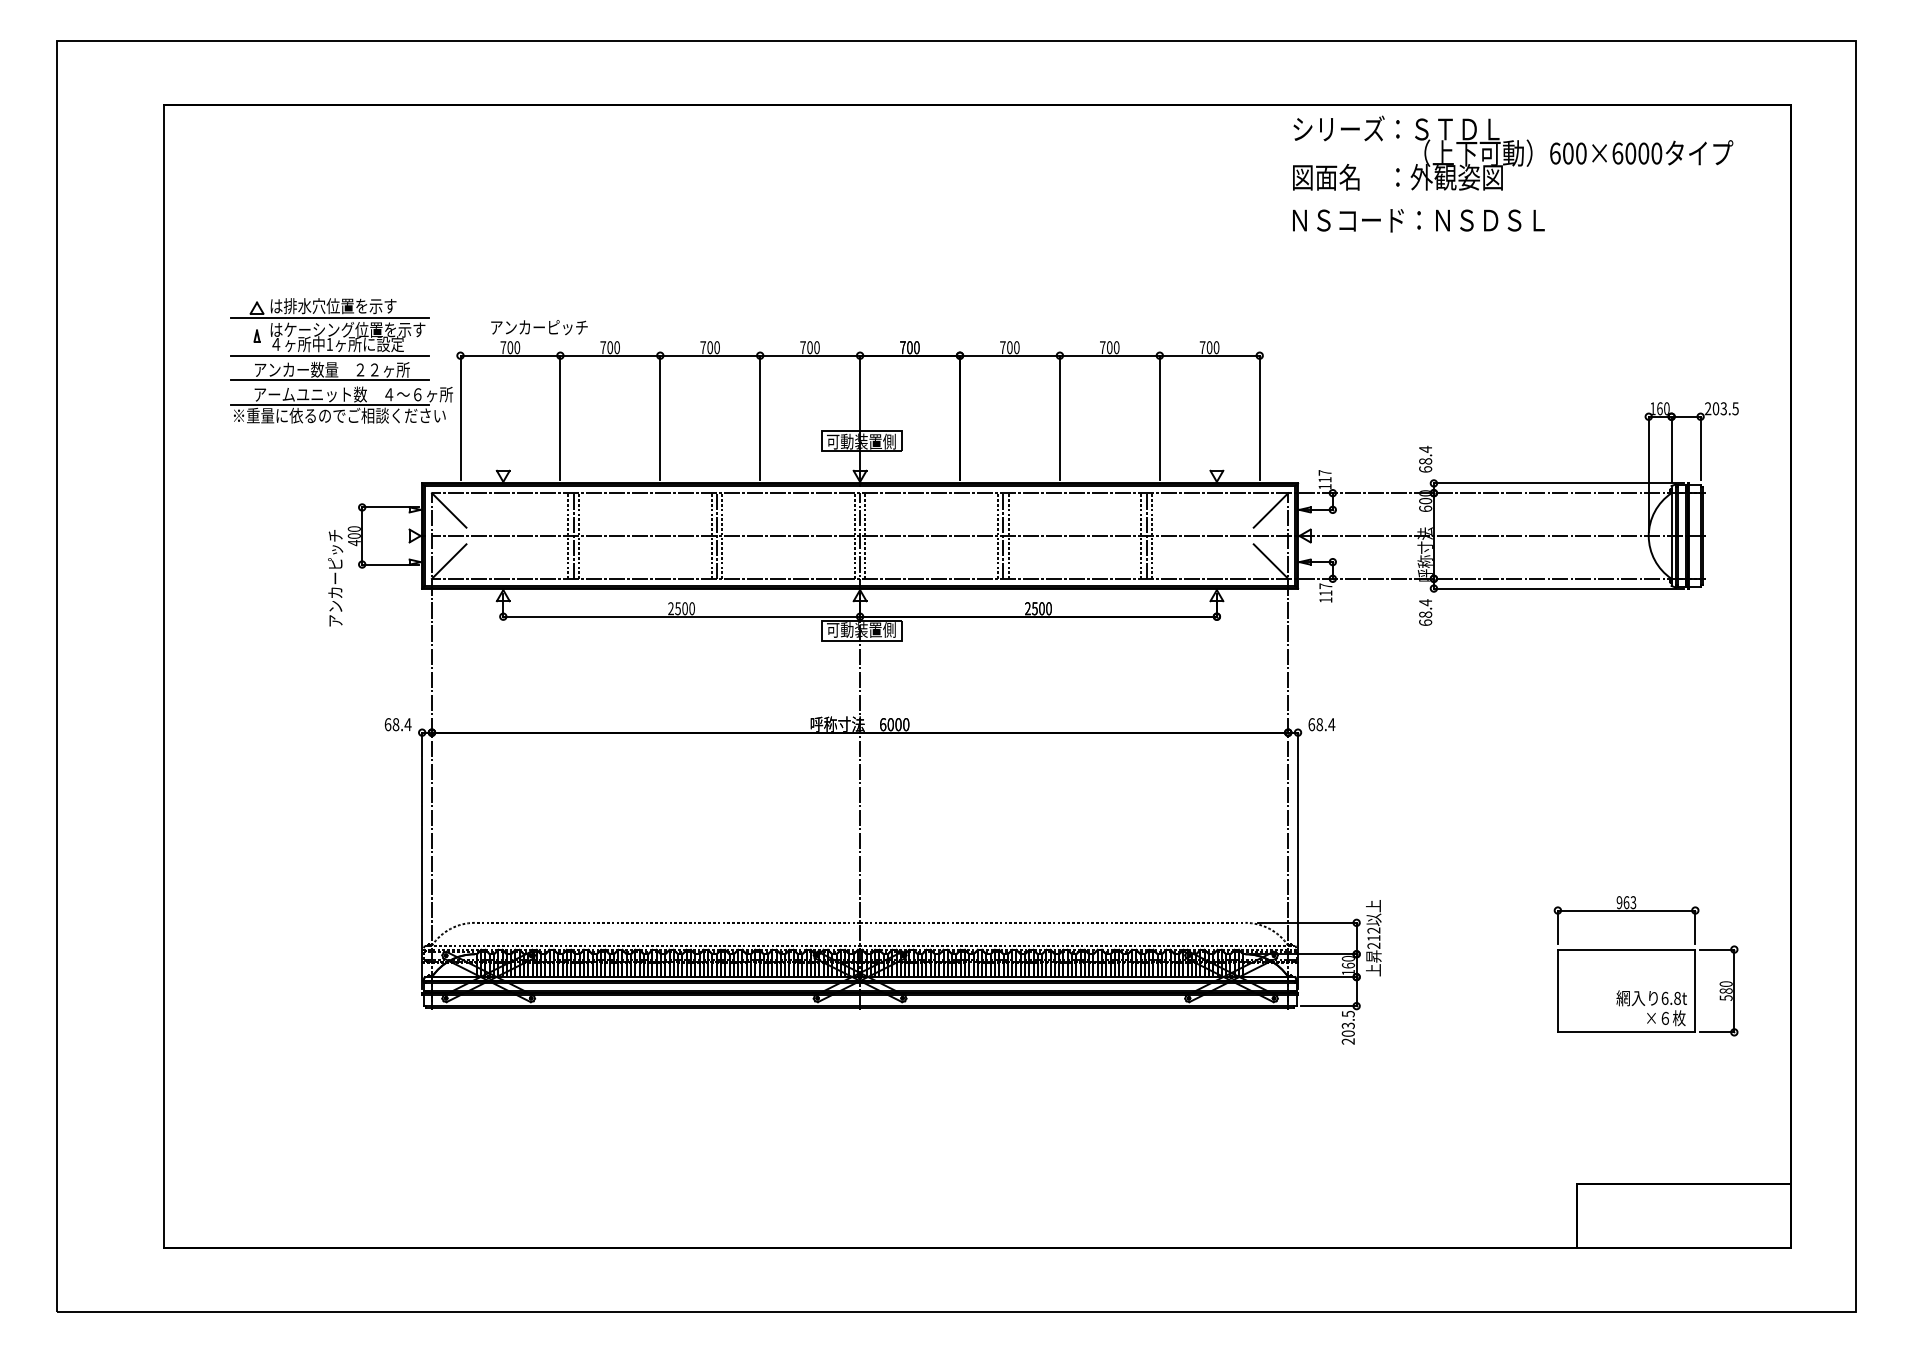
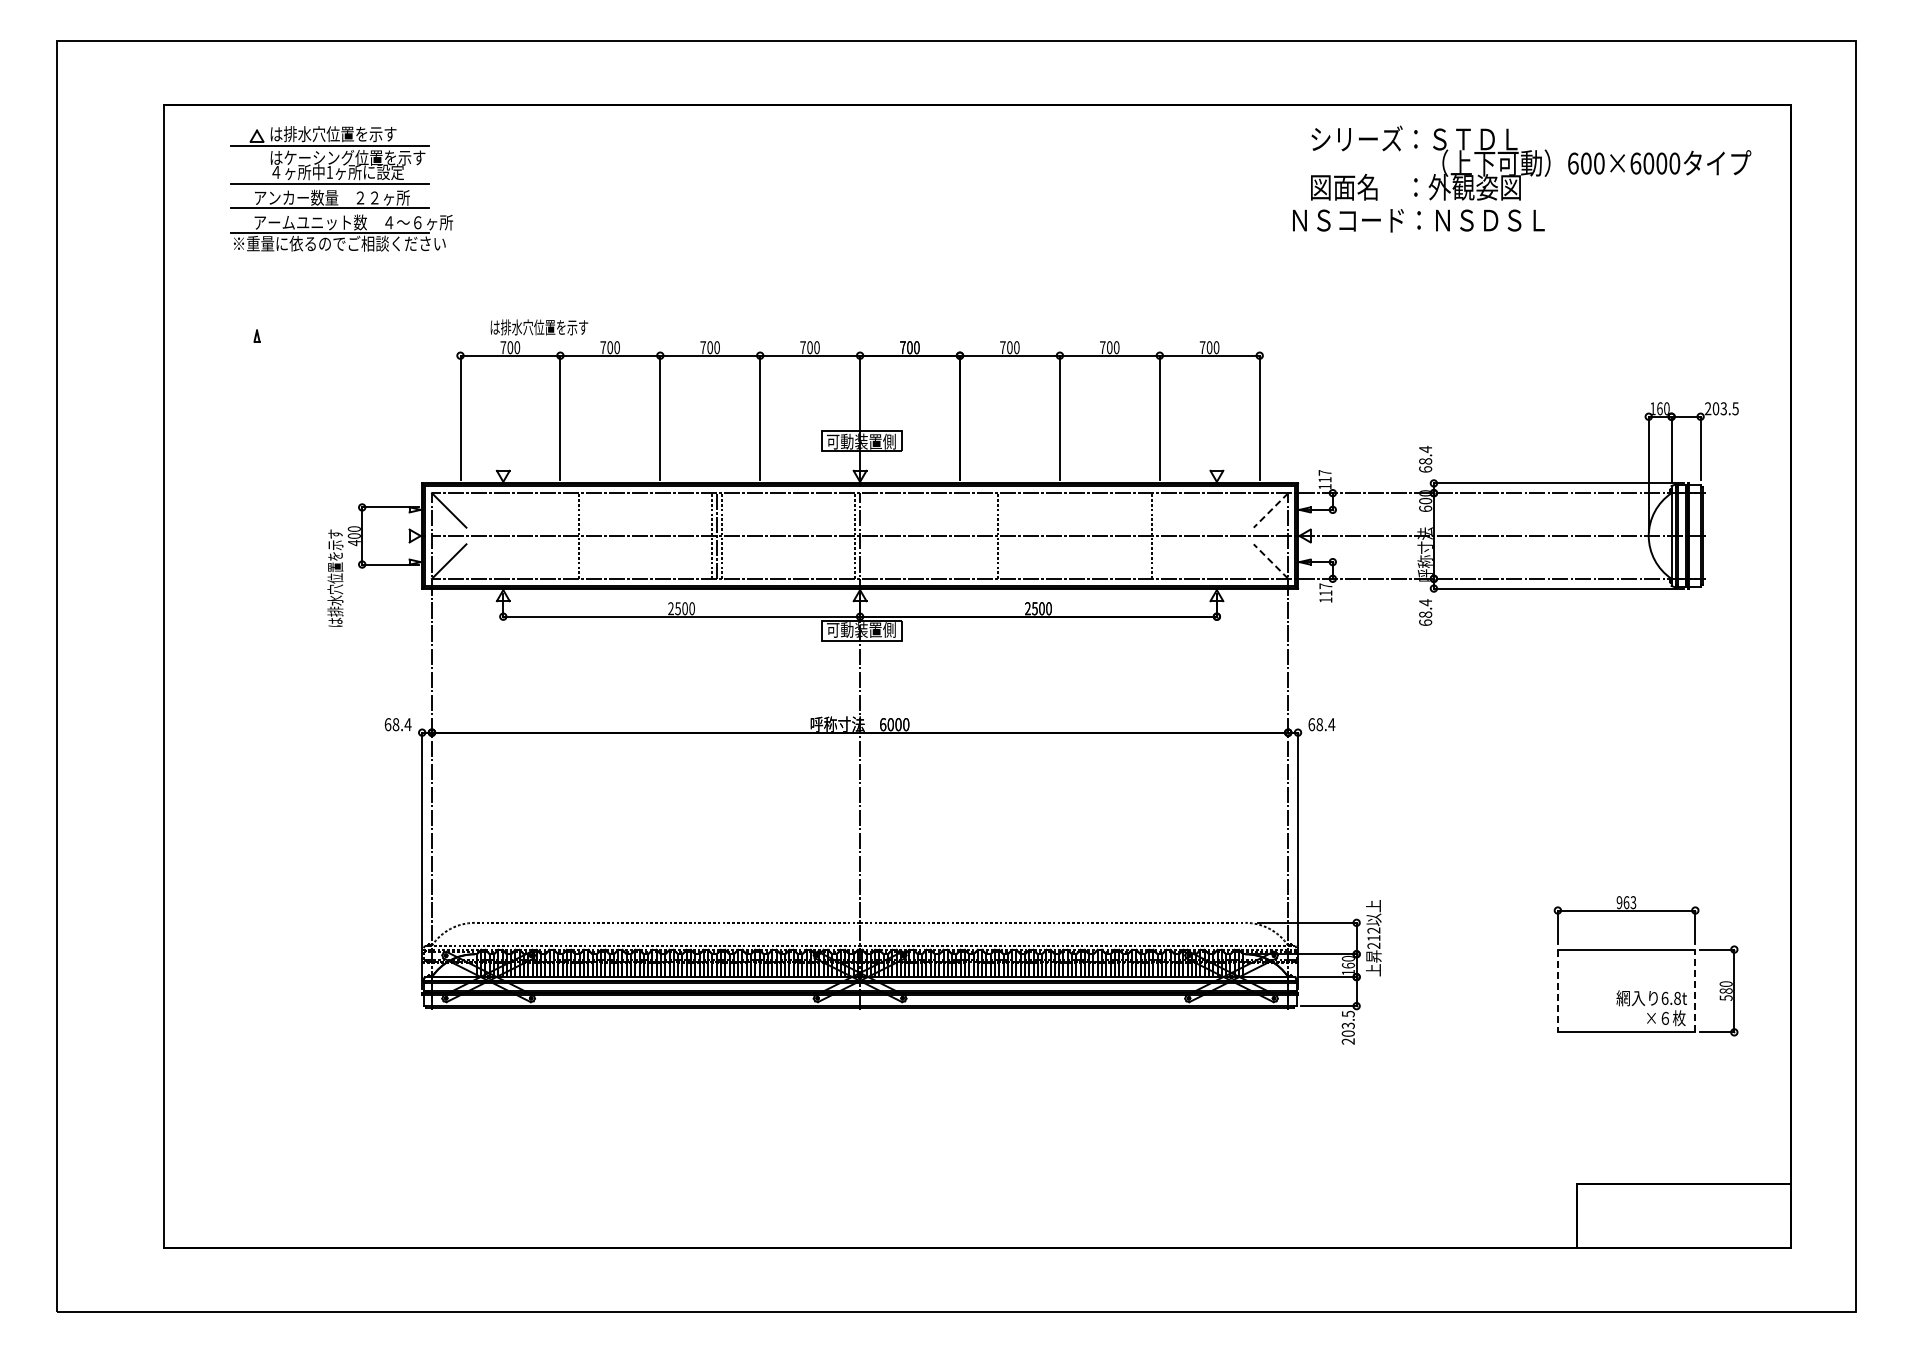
text at (1513, 152) position: (1513, 152) -> (1531, 162)
text at (539, 327): アンカーピッチ -> は排水穴位置を示す
part at (341, 360) position: (341, 360) -> (341, 188)
line at (1270, 510): solid -> dashed
line at (568, 535): present -> none
line at (573, 535): present -> none
line at (865, 535): present -> none
line at (1003, 535): present -> none
line at (1008, 535): present -> none
line at (1141, 535): present -> none
line at (1146, 535): present -> none
line at (1270, 561): solid -> dashed
text at (335, 577): アンカーピッチ -> は排水穴位置を示す
line at (1695, 990): solid -> dashed
line at (1557, 991): solid -> dashed
